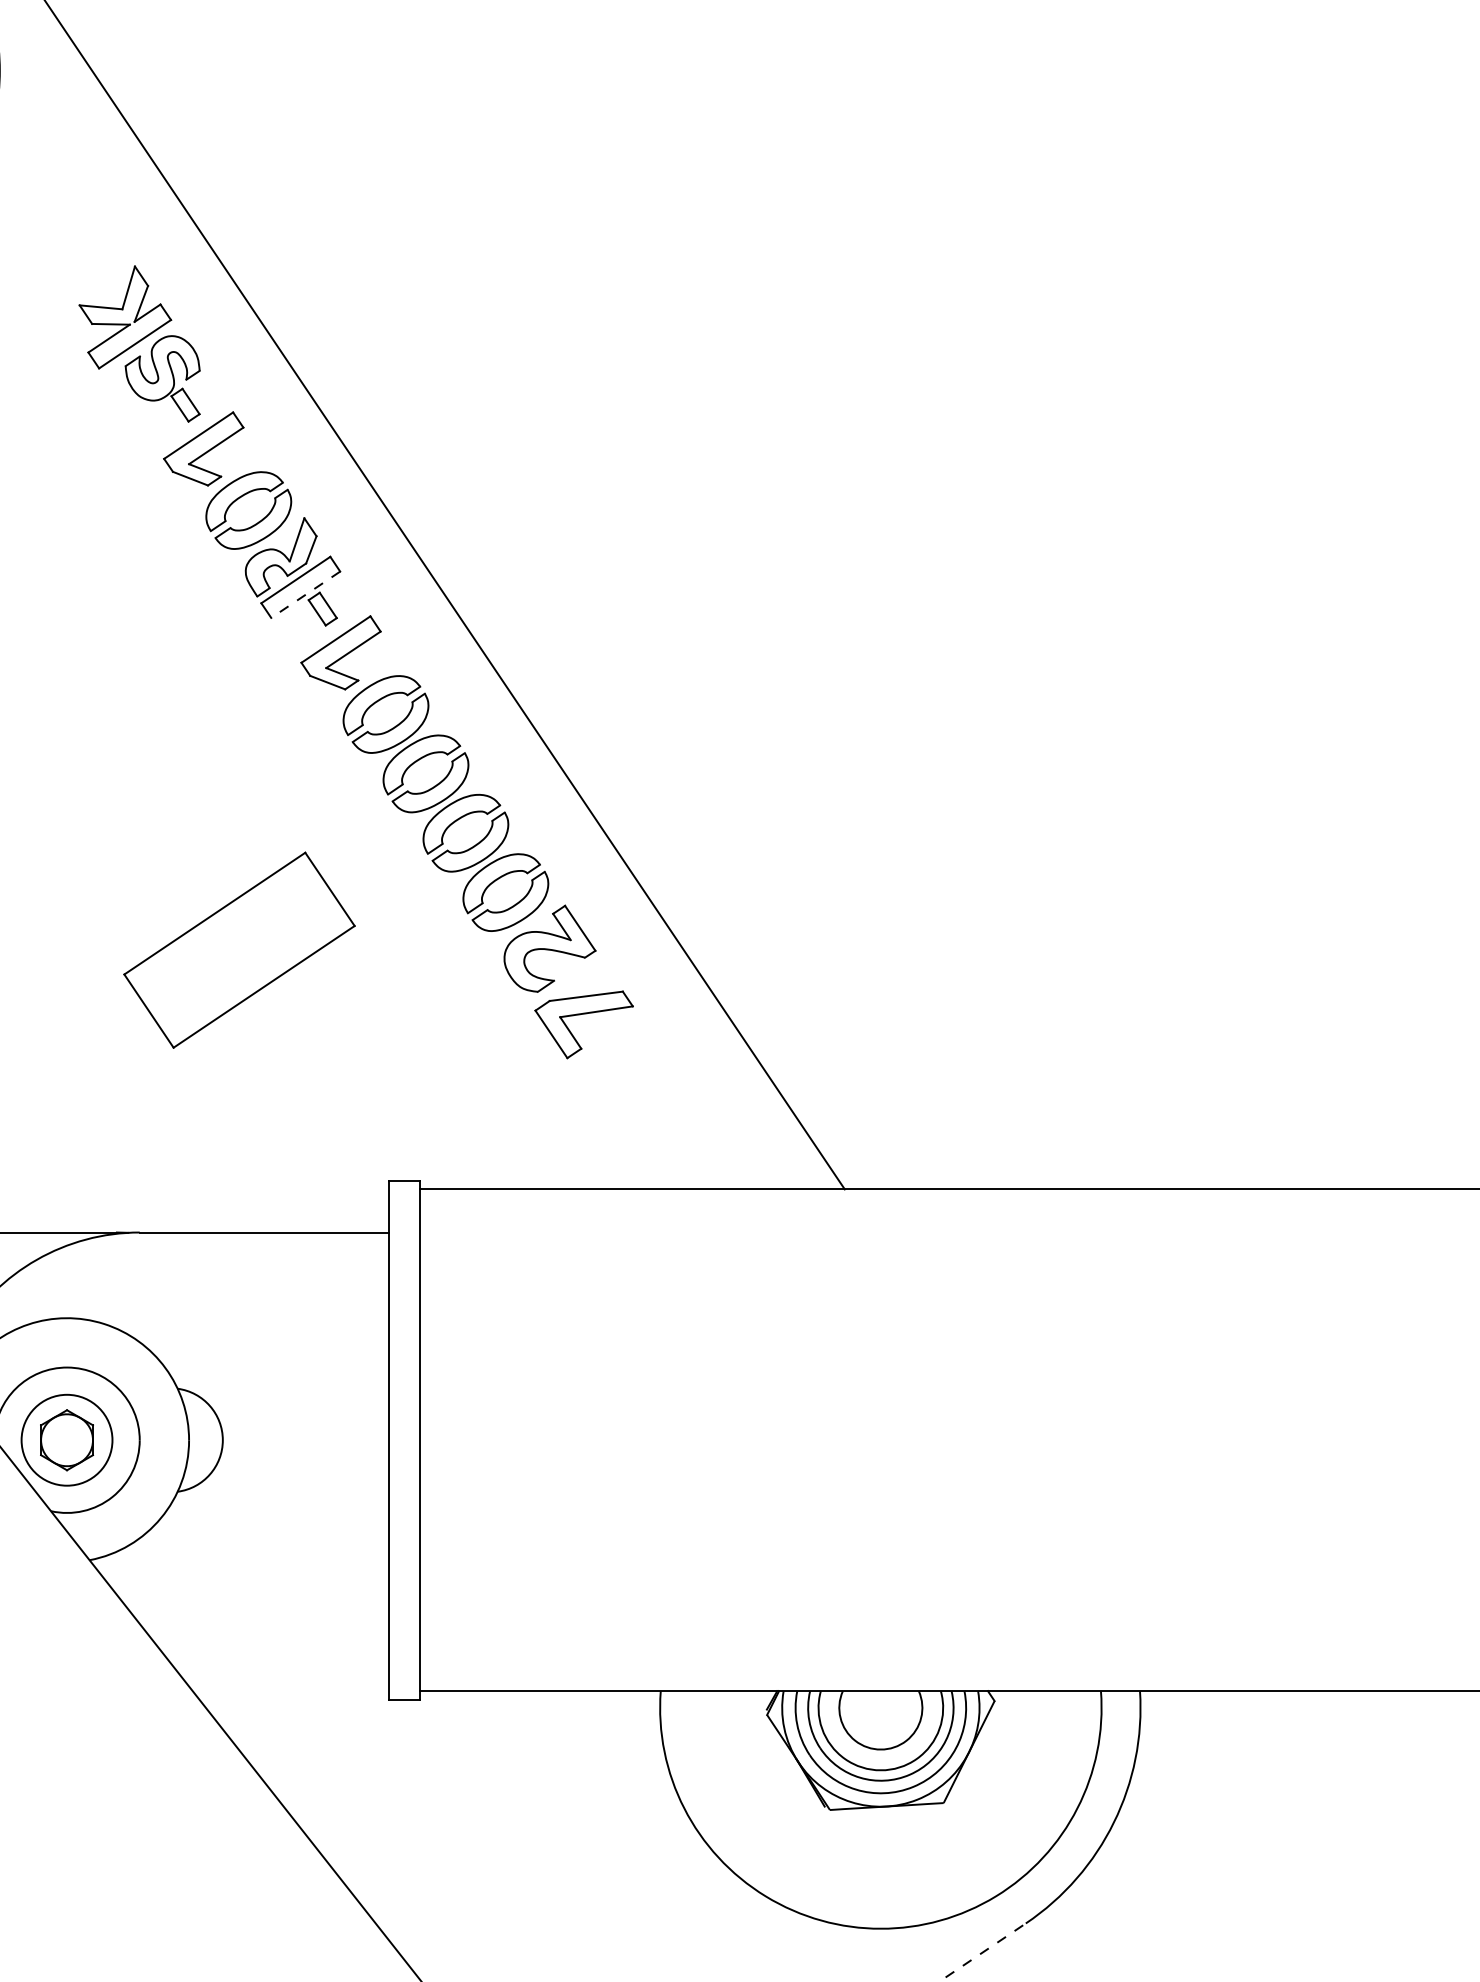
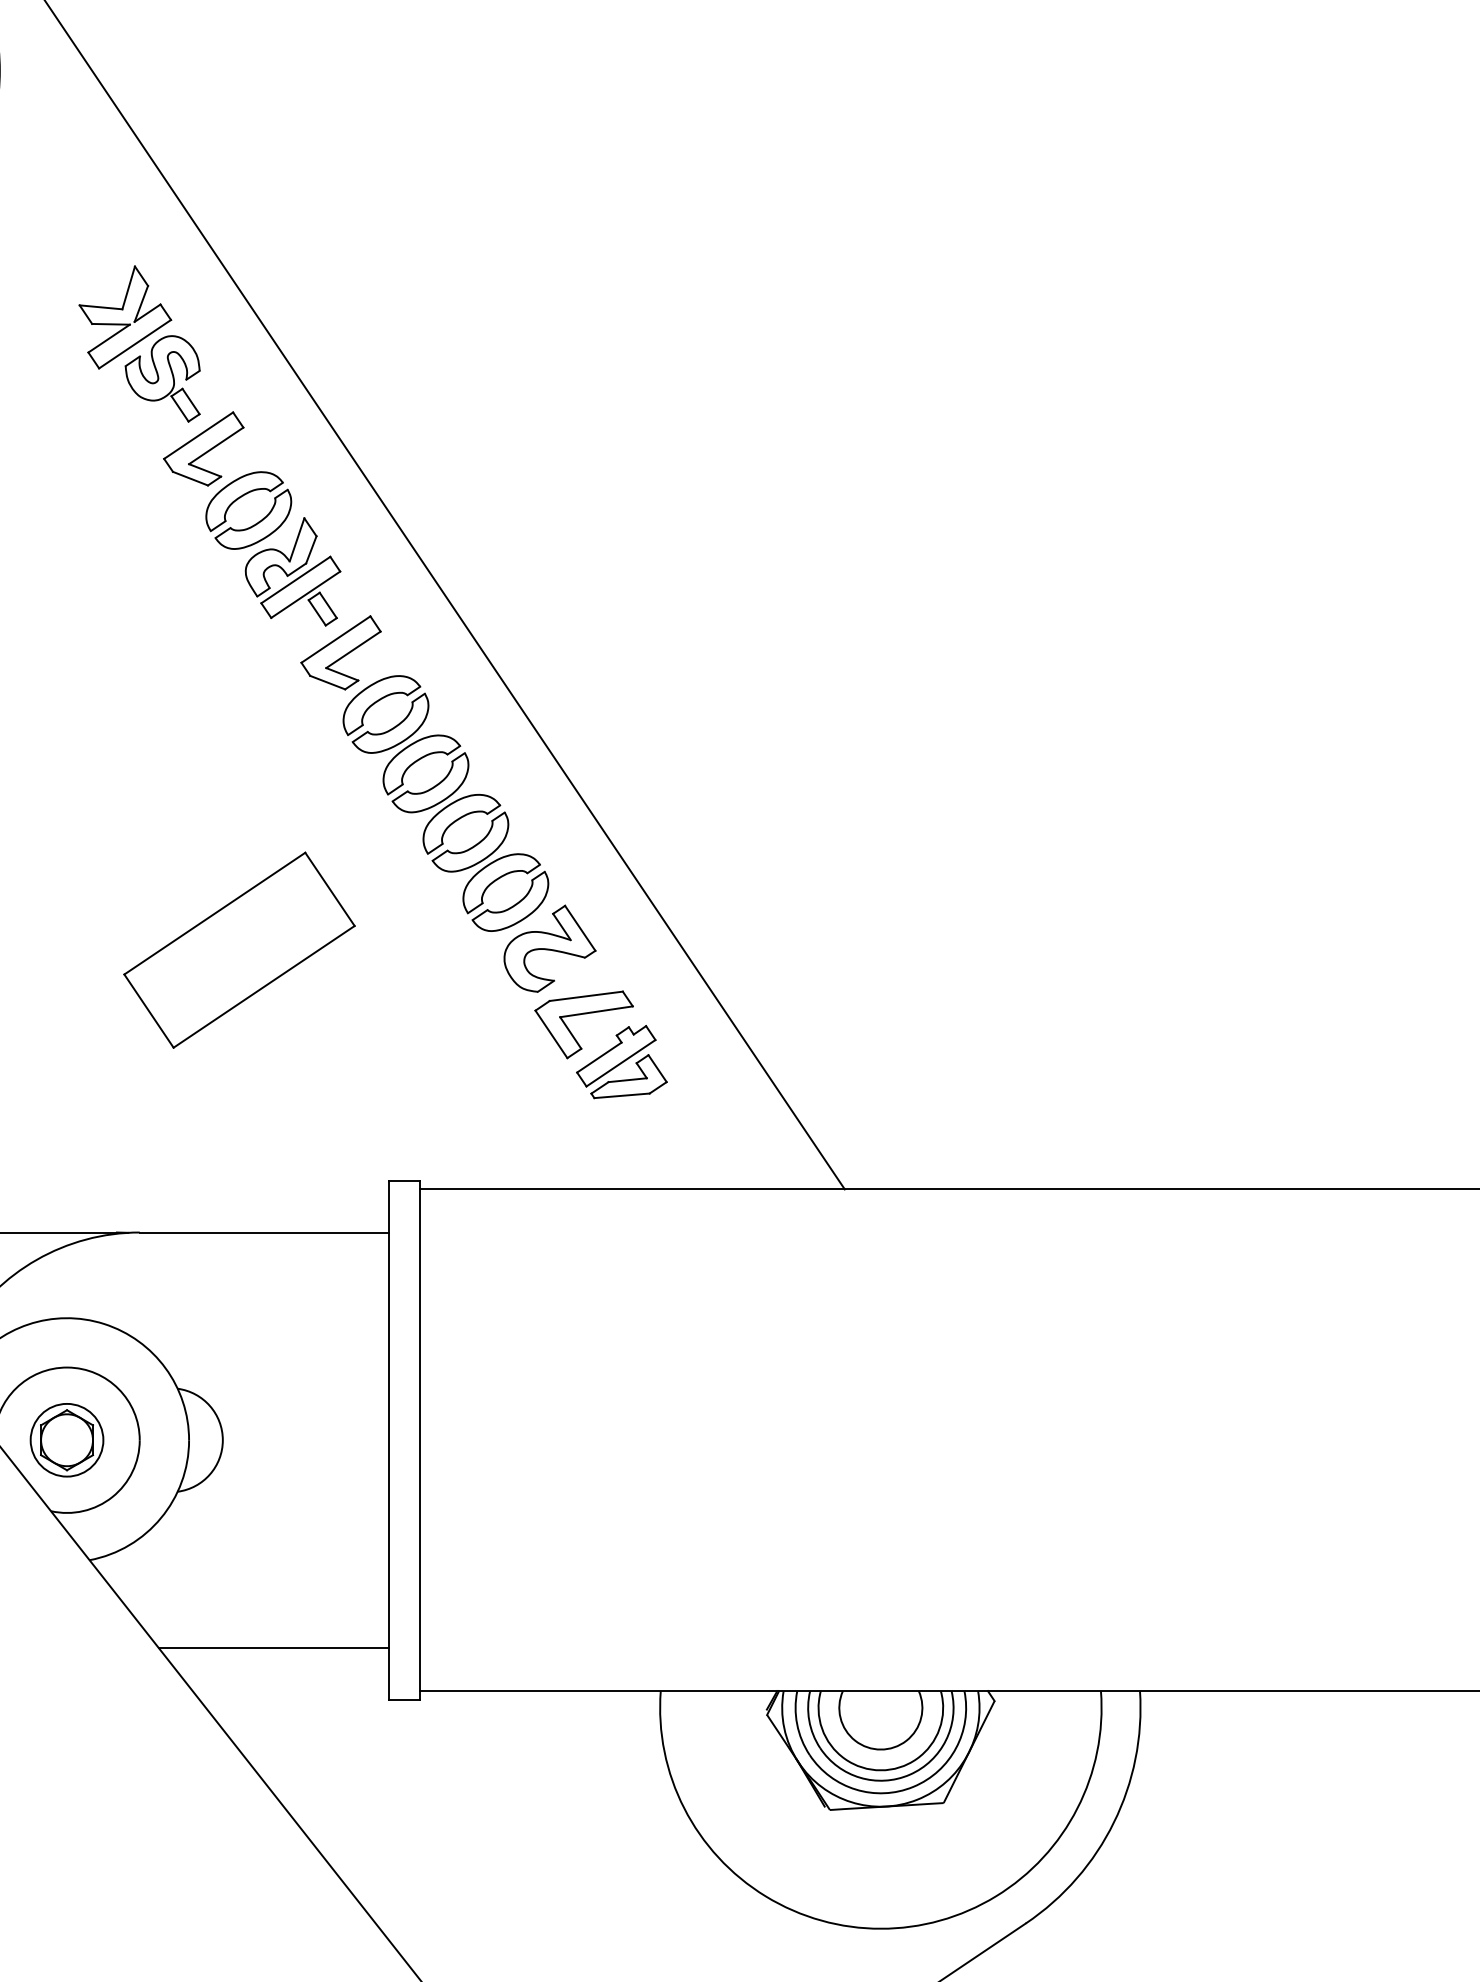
line at (305, 594): dashed -> solid
part at (621, 1062): none -> present
circle at (66, 1439) diameter: 91 px -> 73 px
line at (273, 1648): none -> present
line at (982, 1952): dashed -> solid
